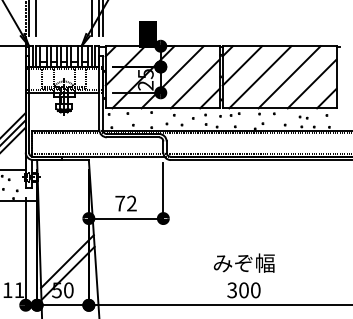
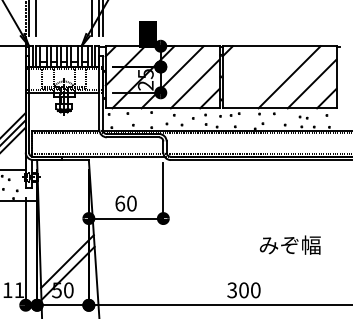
line at (242, 65): present -> none
line at (260, 77): present -> none
text at (125, 203): 72 -> 60
text at (243, 262) position: (243, 262) -> (289, 244)
